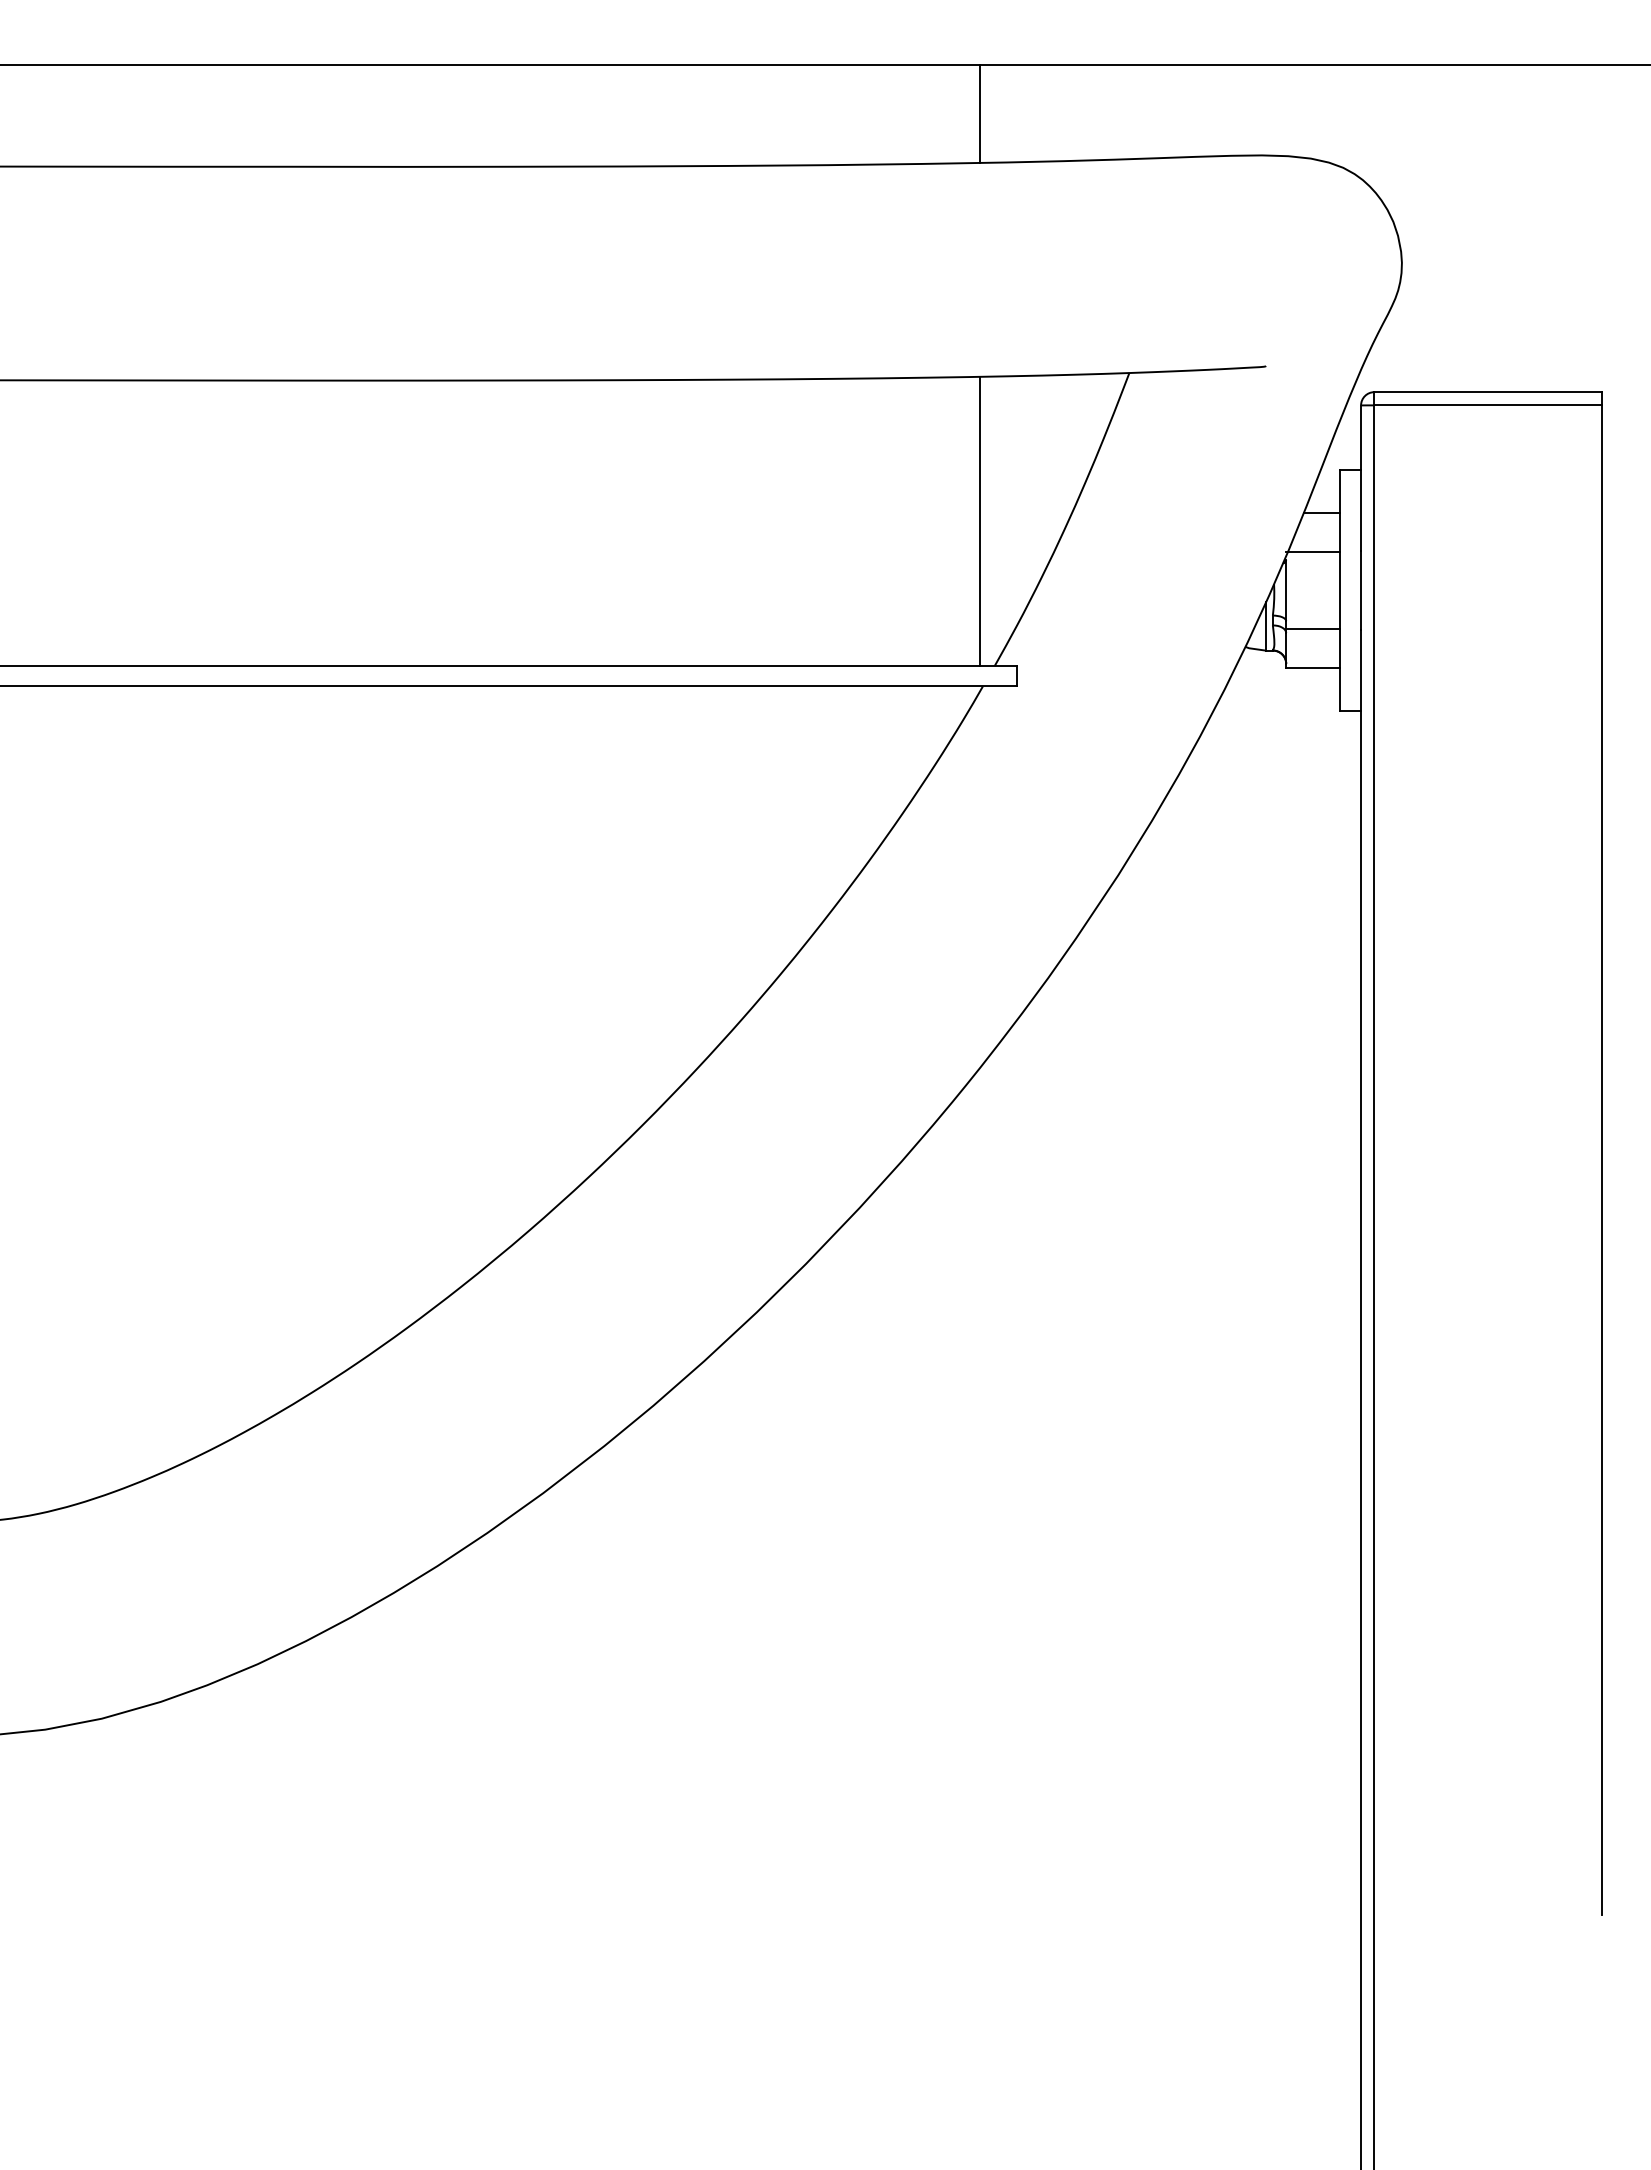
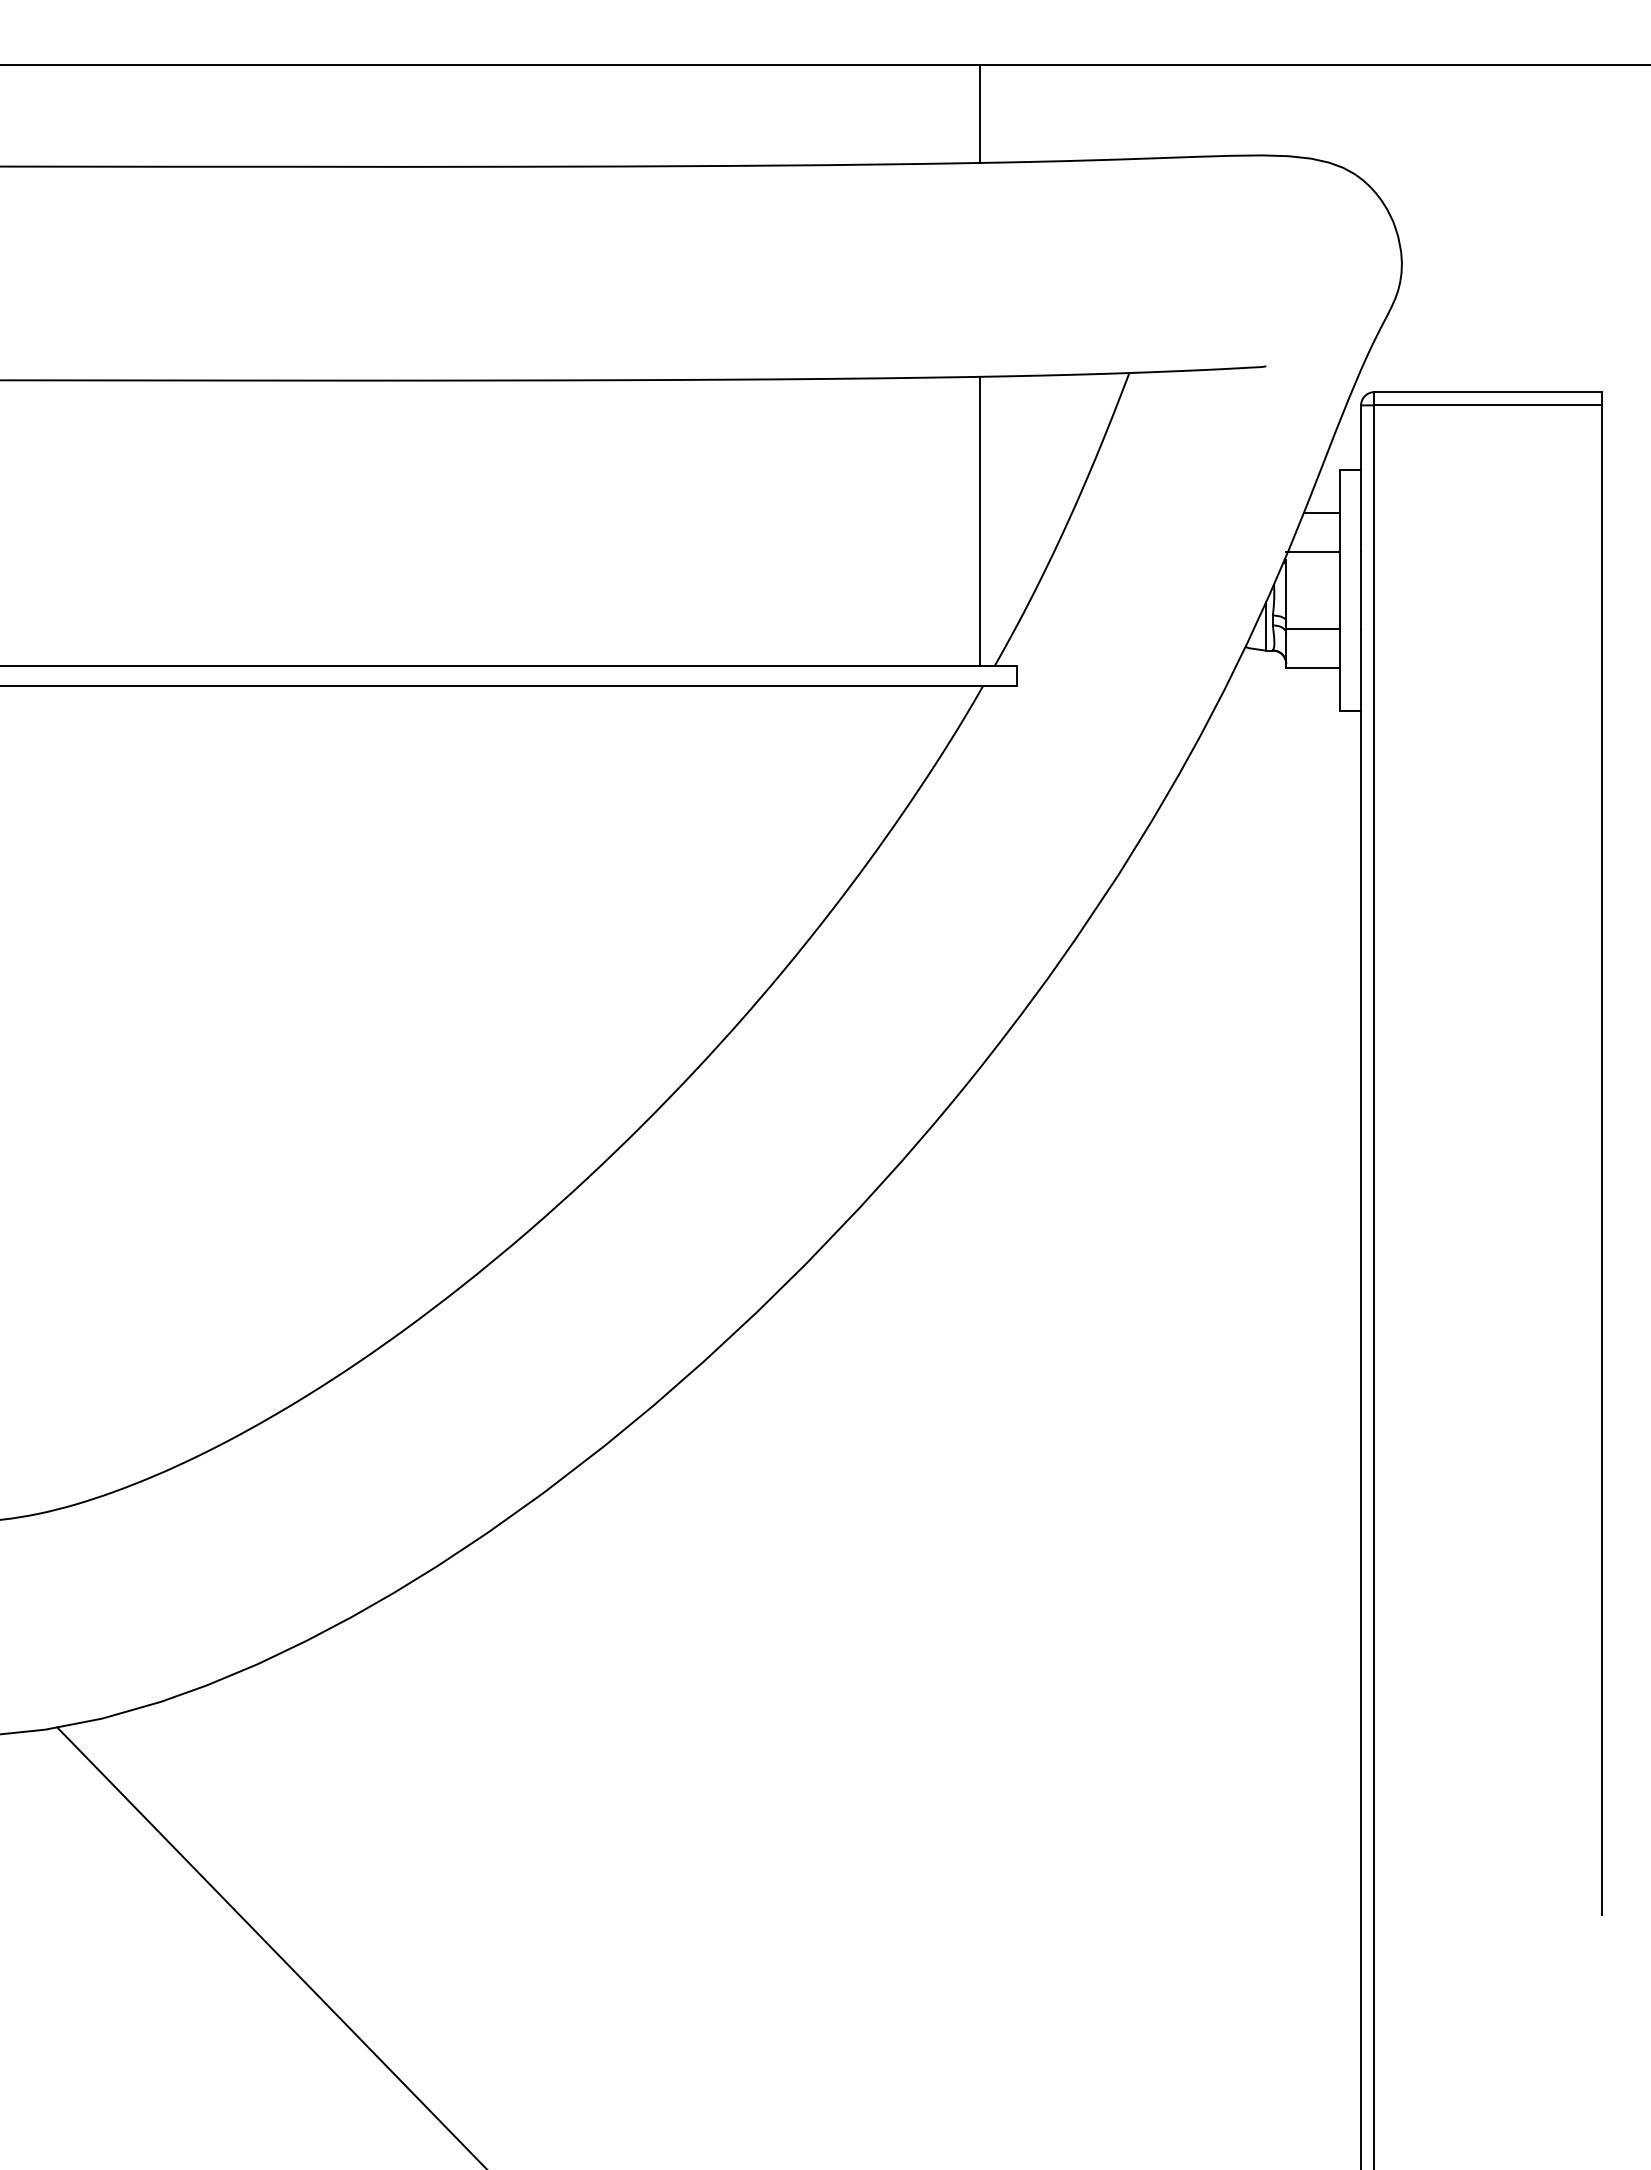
line at (270, 1946): none -> present
